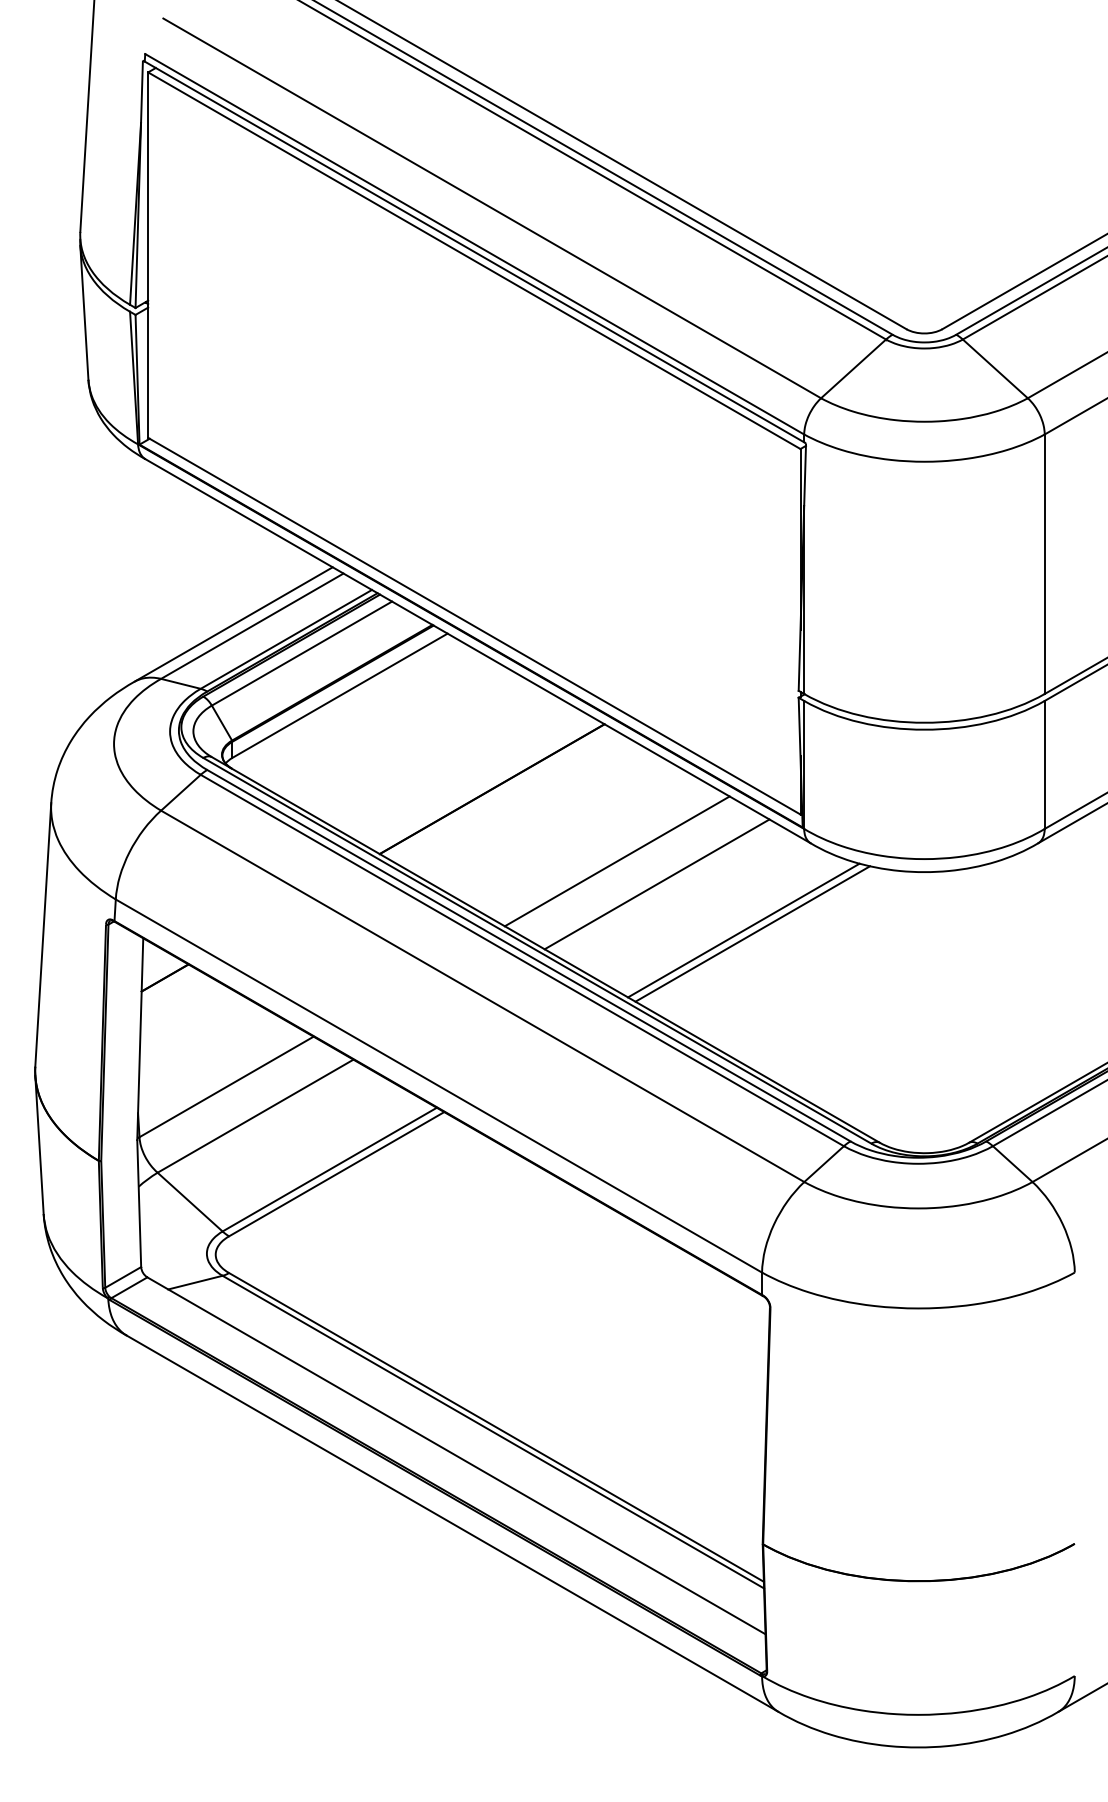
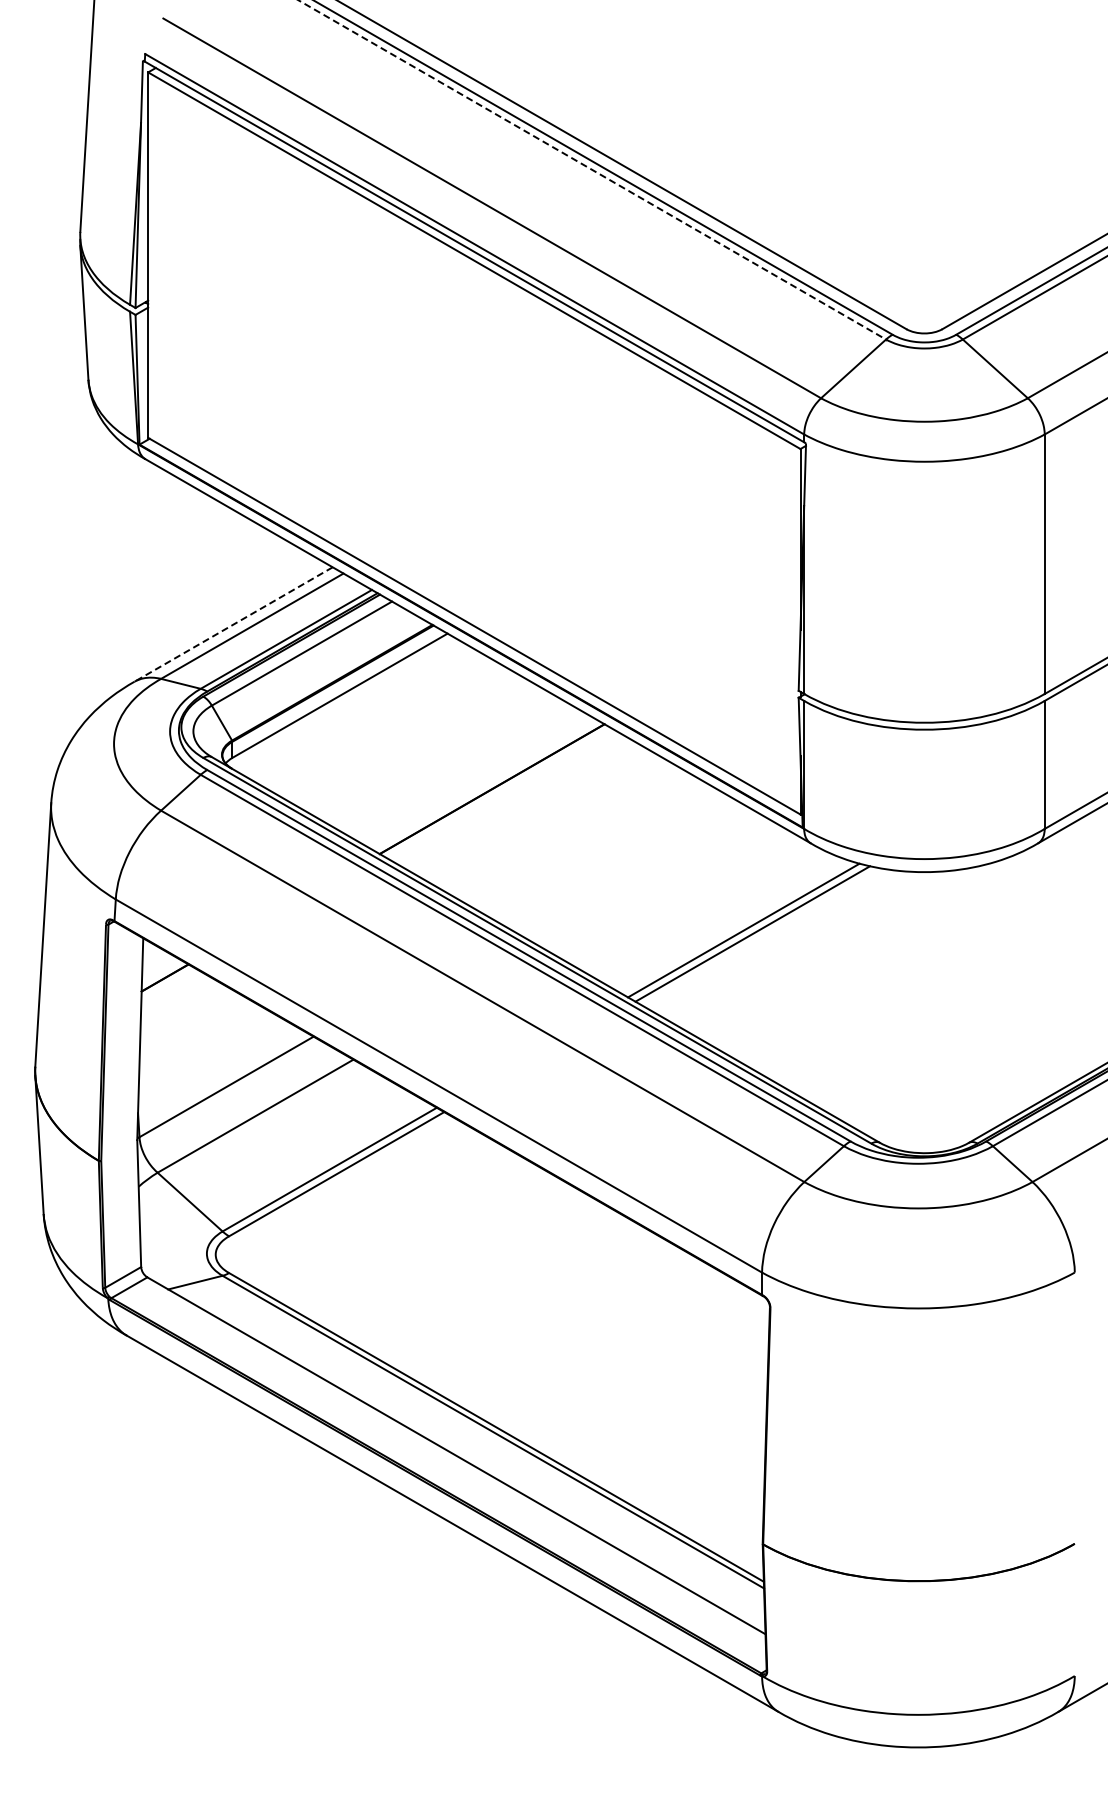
line at (592, 170): solid -> dashed
line at (233, 624): solid -> dashed
line at (616, 861): present -> none
line at (656, 884): present -> none
